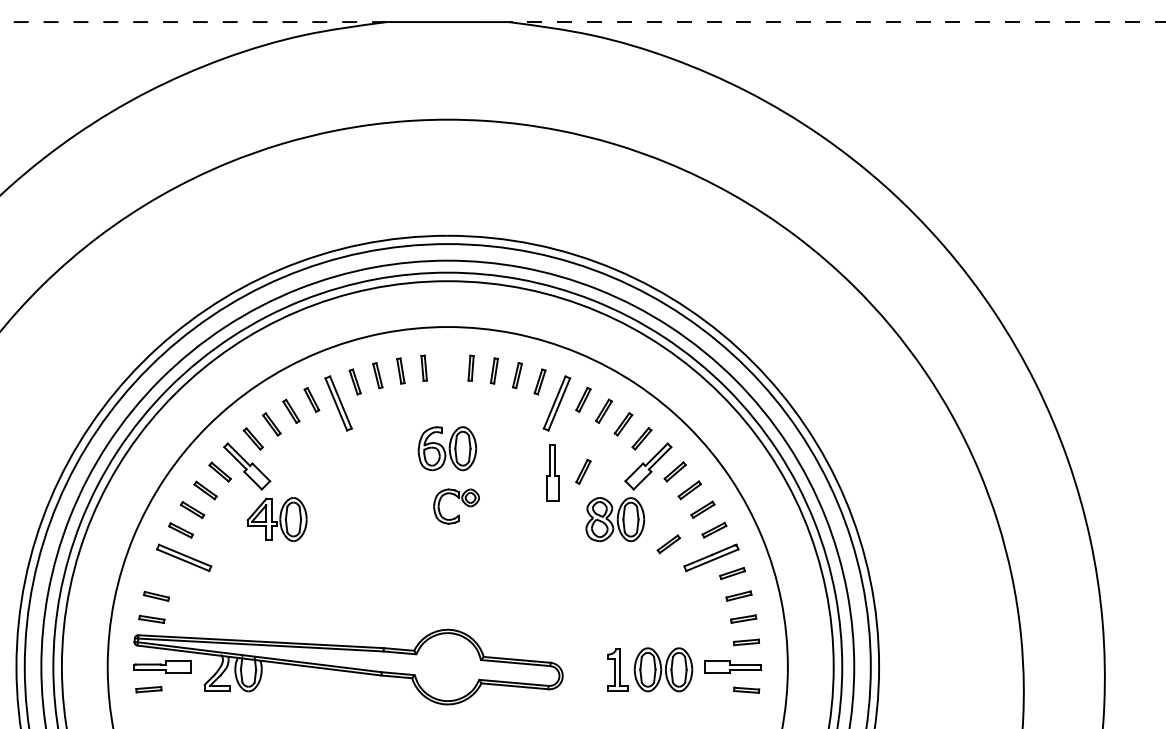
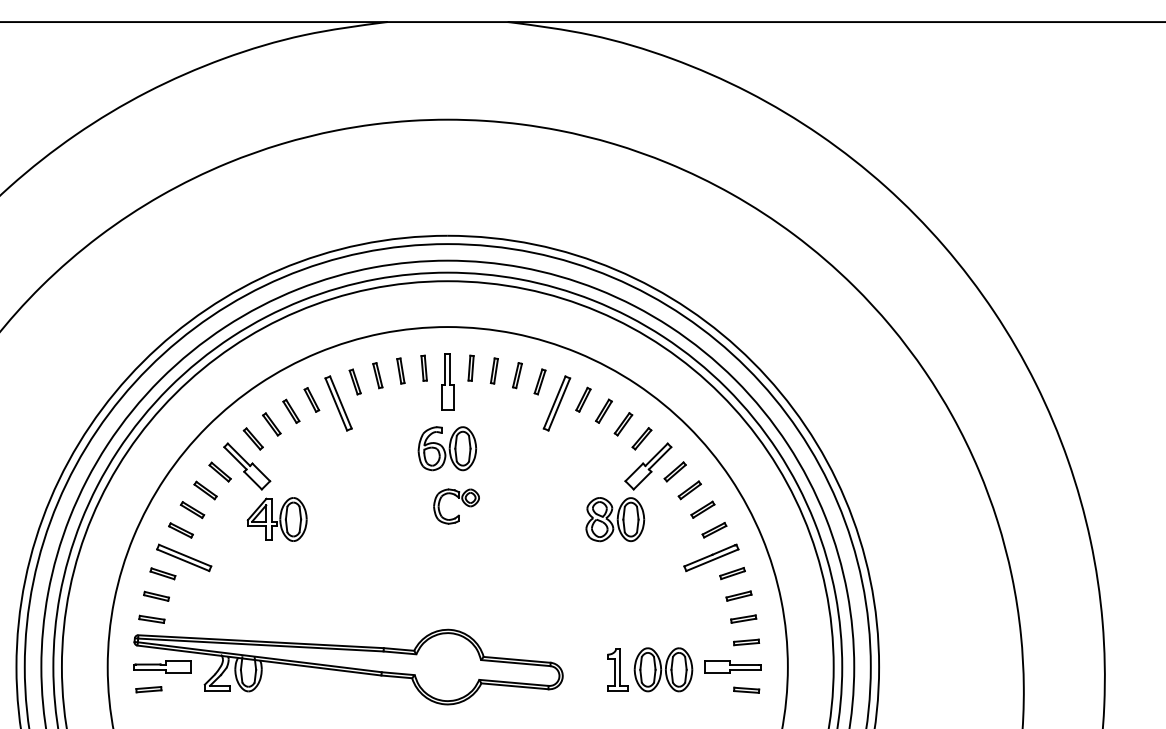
line at (193, 22): dashed -> solid
line at (836, 22): dashed -> solid
part at (583, 471): present -> none
part at (552, 472) position: (552, 472) -> (447, 381)
part at (668, 544): present -> none
part at (162, 573): none -> present
